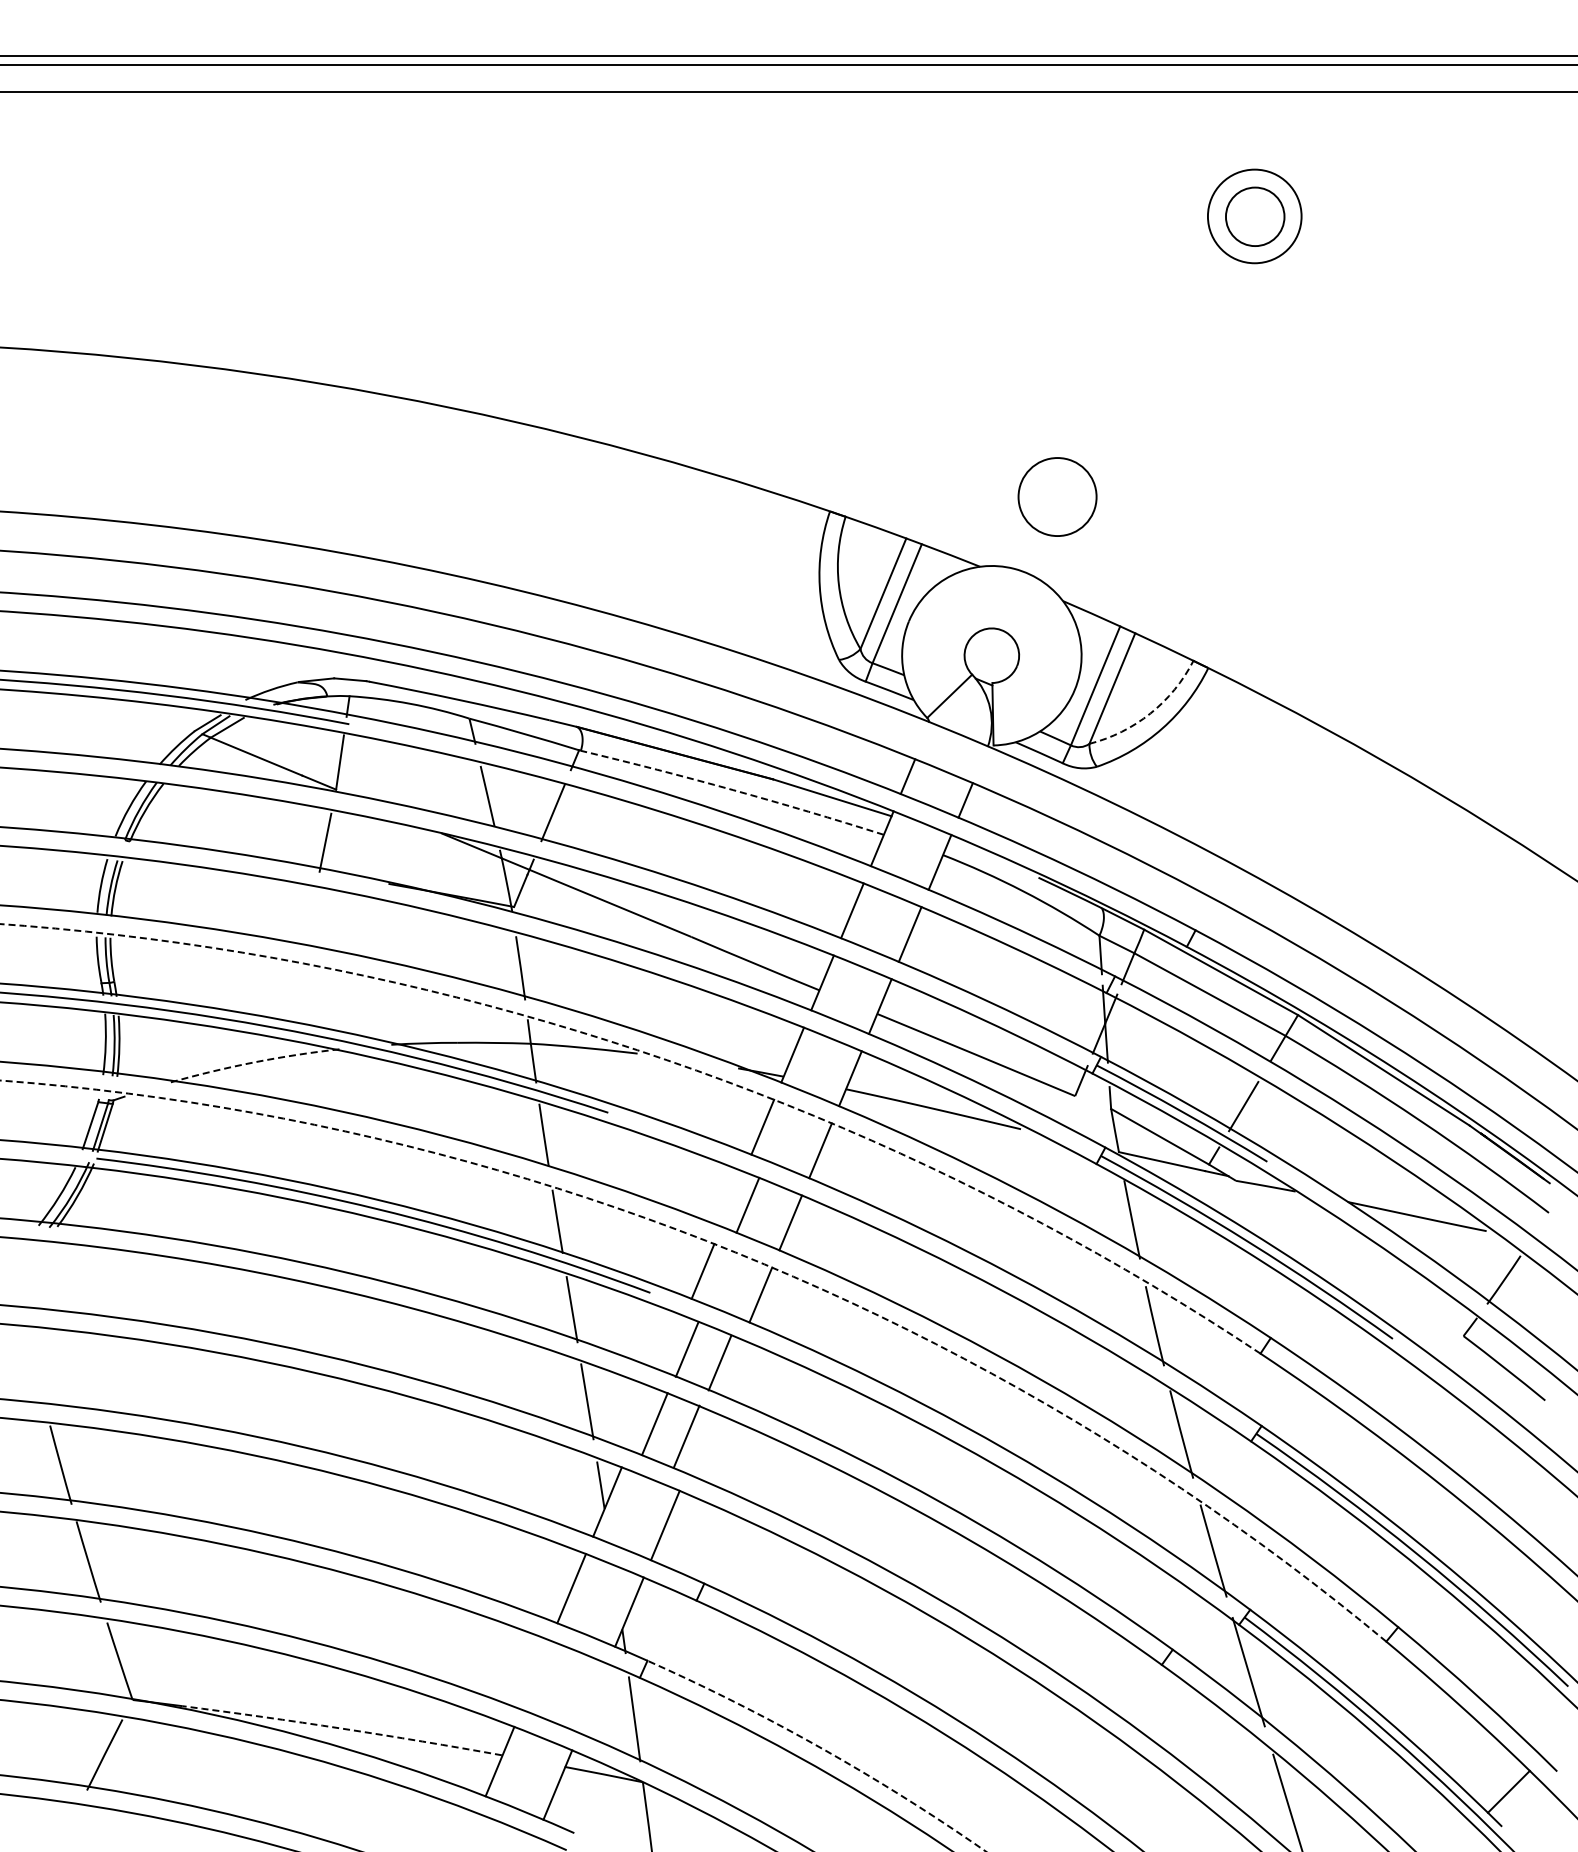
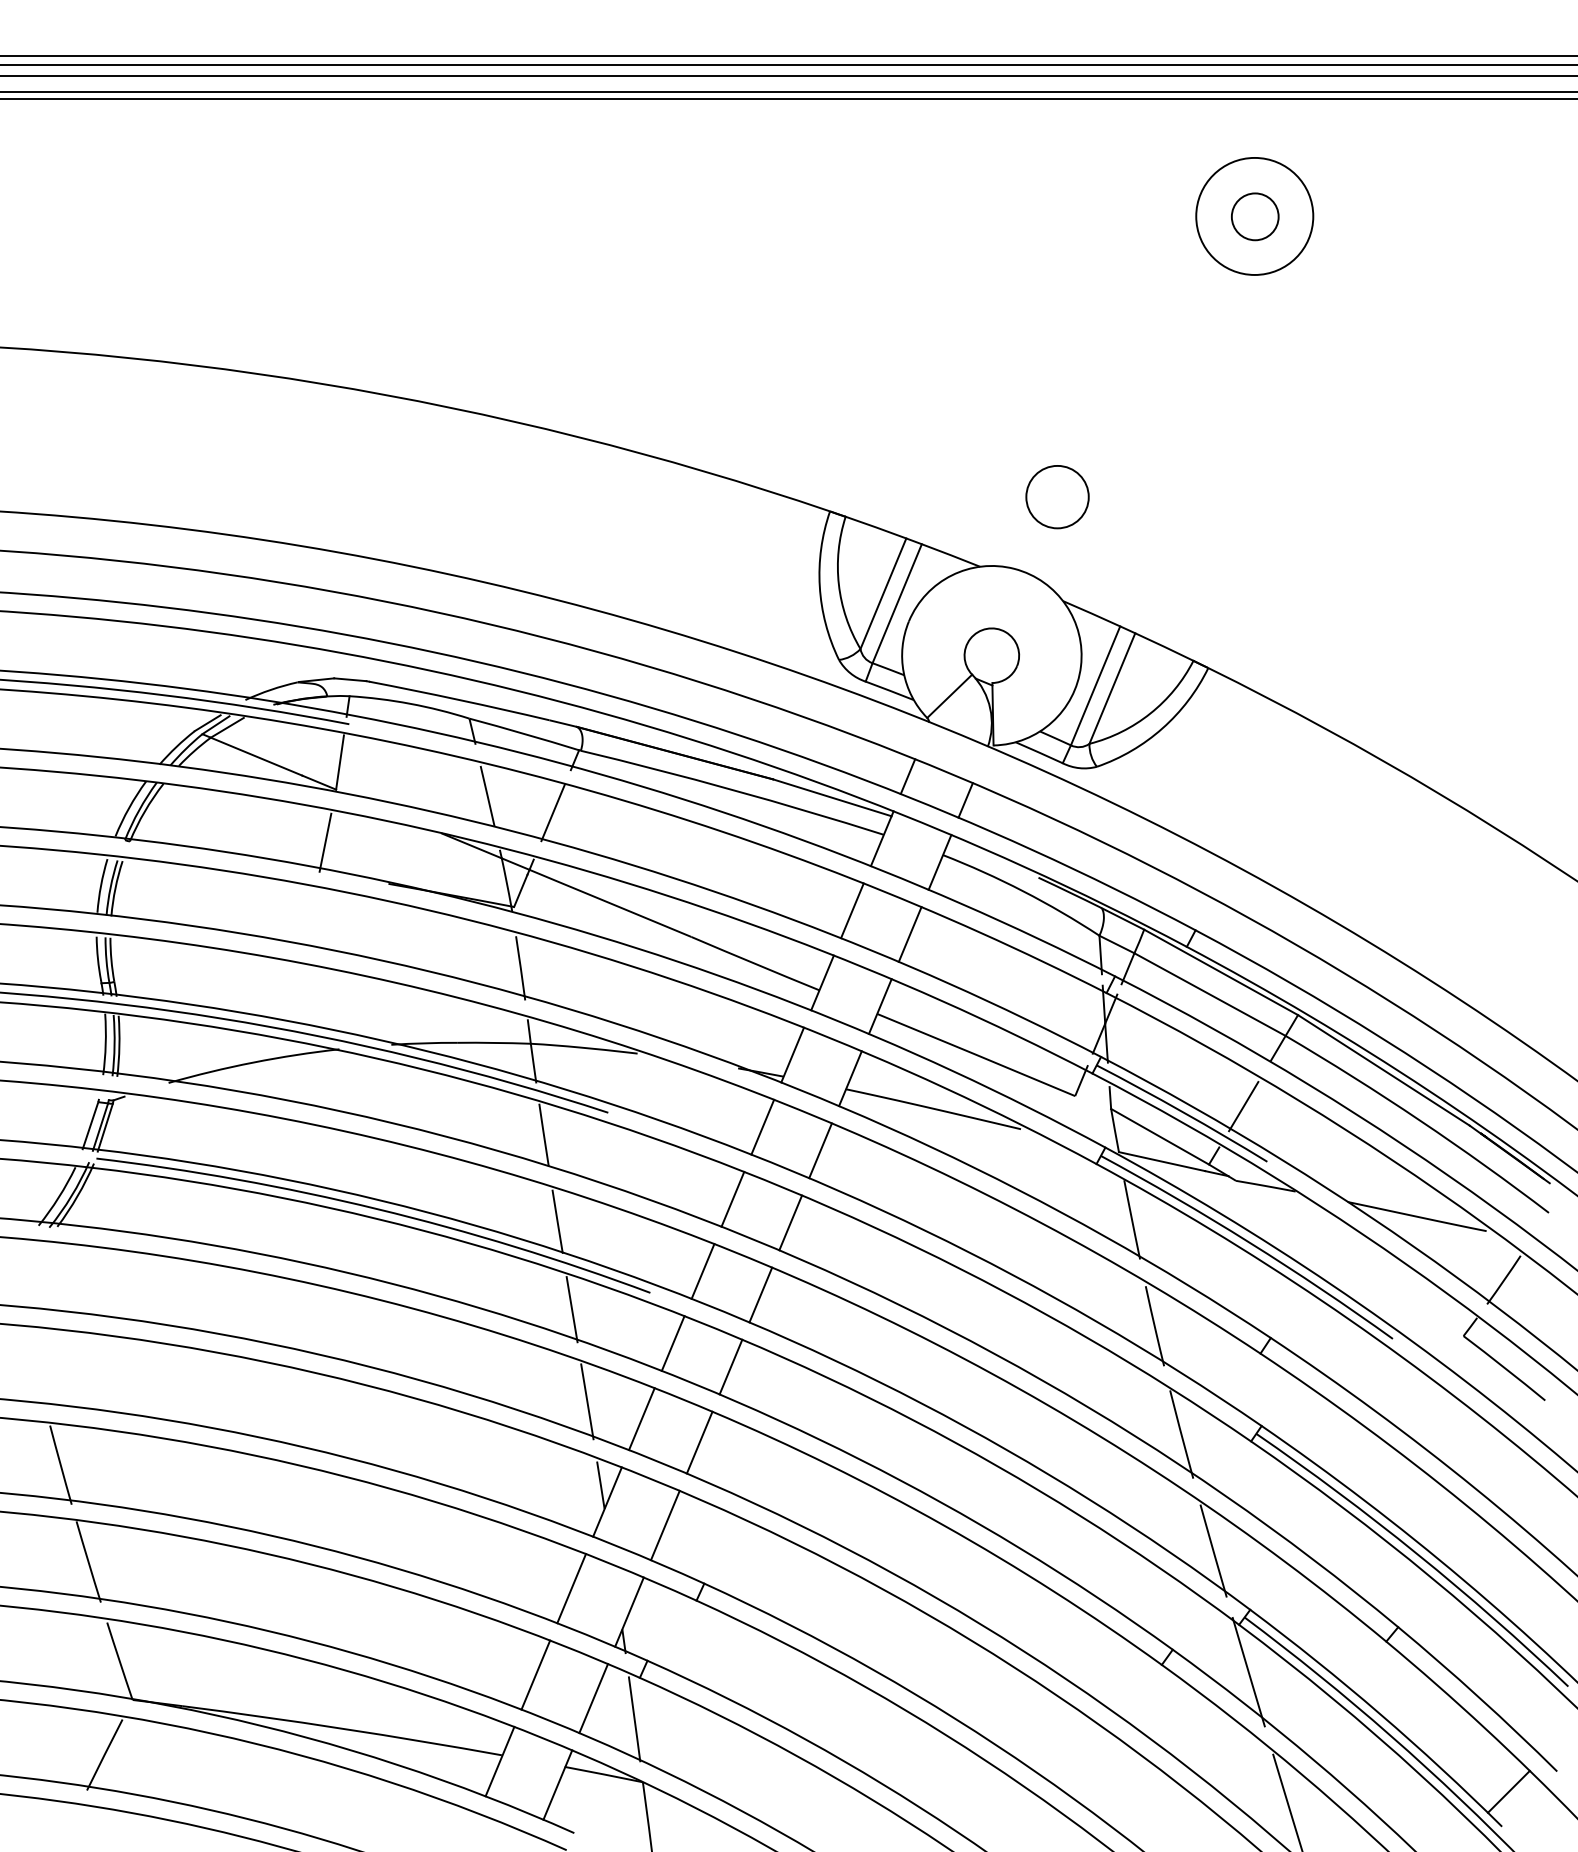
line at (788, 76): none -> present
line at (788, 99): none -> present
circle at (1254, 216) diameter: 59 px -> 47 px
circle at (1254, 216) diameter: 94 px -> 117 px
circle at (1057, 496) size: 81x80 px -> 65x65 px
arc at (1150, 713): dashed -> solid
arc at (733, 790): dashed -> solid
arc at (658, 1057): dashed -> solid
arc at (253, 1062): dashed -> solid
line at (747, 1204) position: (747, 1204) -> (732, 1198)
arc at (737, 1253): dashed -> solid
line at (686, 1349) position: (686, 1349) -> (672, 1343)
line at (719, 1362) position: (719, 1362) -> (730, 1366)
line at (654, 1424) position: (654, 1424) -> (641, 1419)
line at (686, 1436) position: (686, 1436) -> (699, 1442)
line at (535, 1674): none -> present
line at (593, 1698): none -> present
arc at (342, 1728): dashed -> solid
arc at (820, 1747): dashed -> solid
